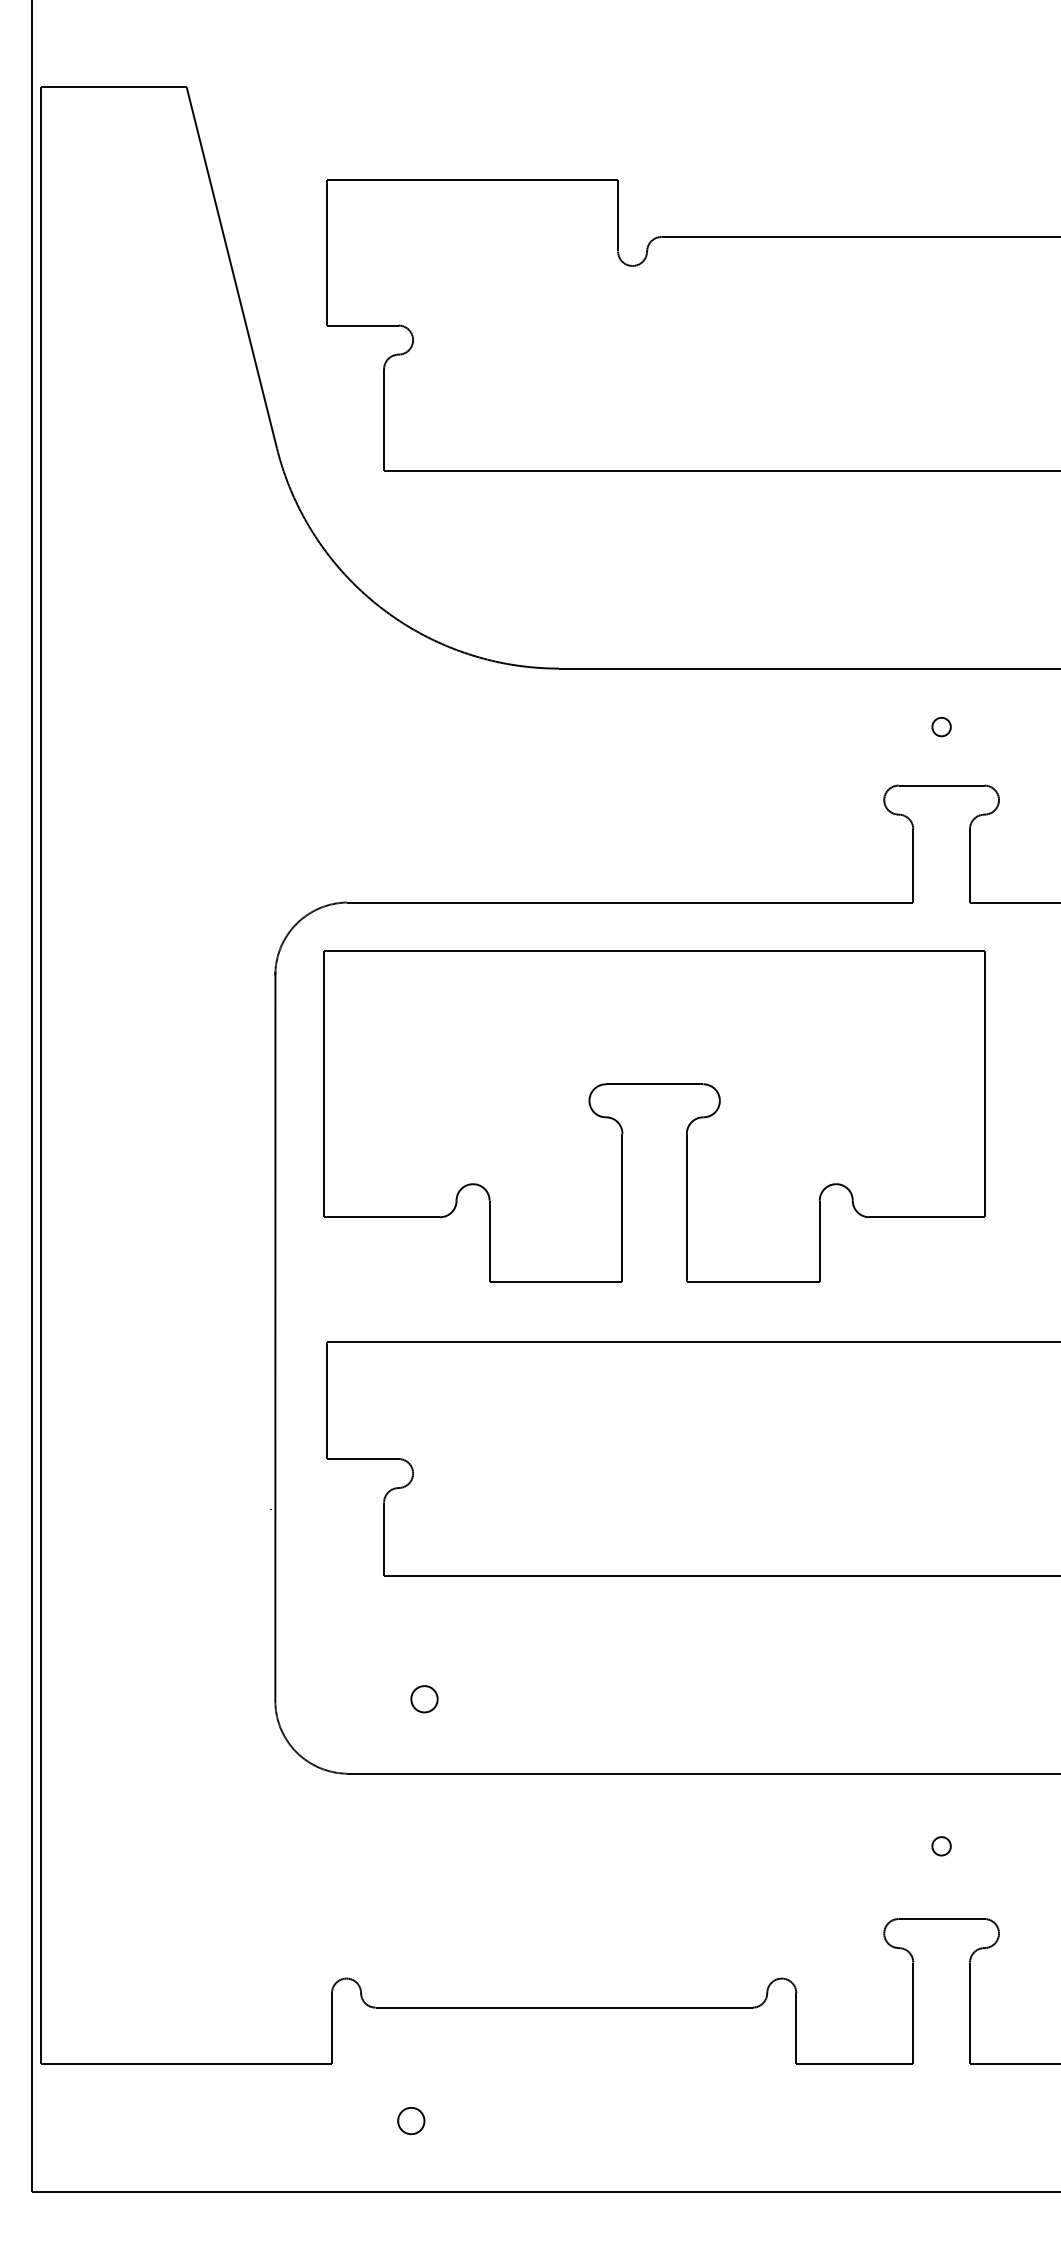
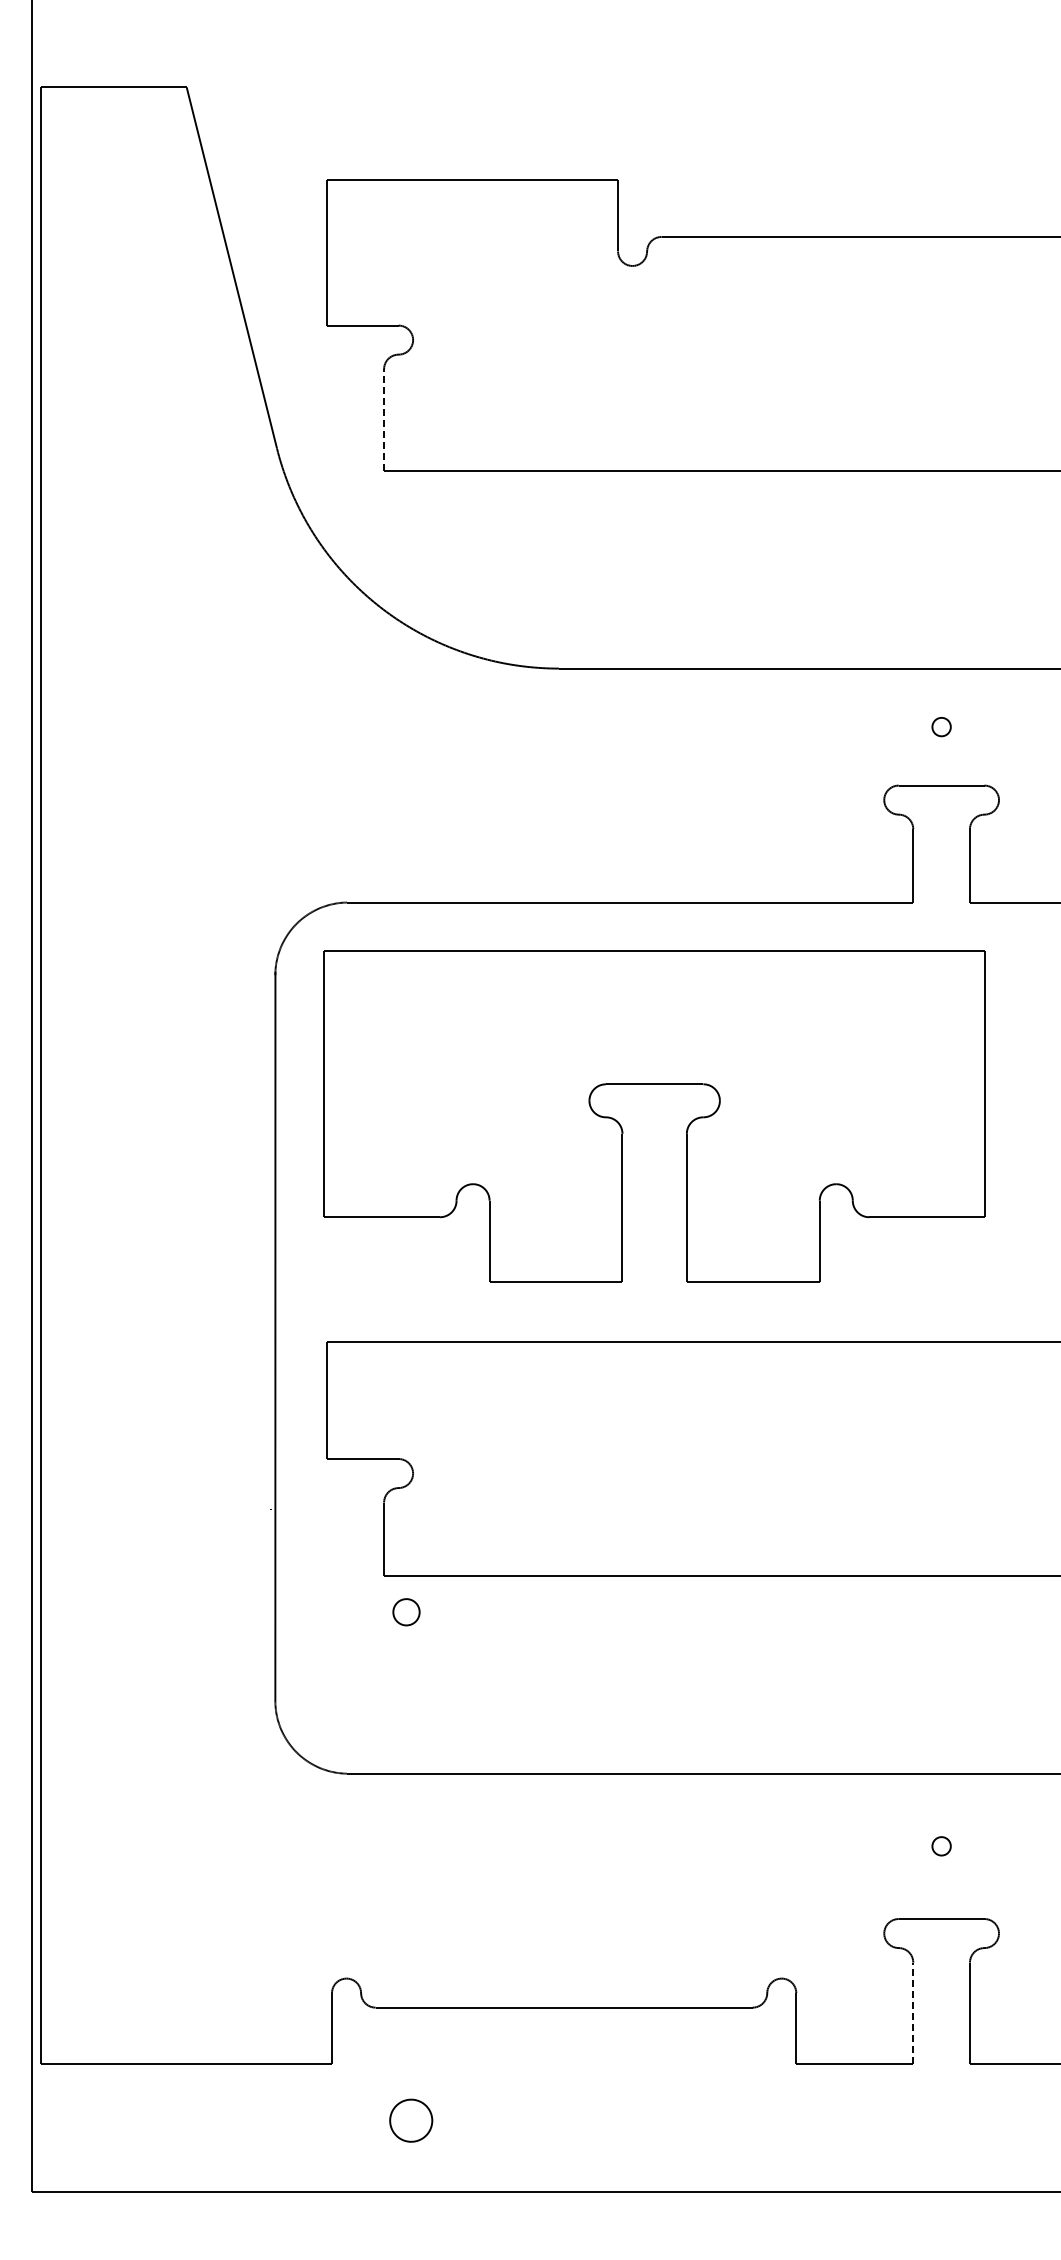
line at (384, 420): solid -> dashed
part at (424, 1699) position: (424, 1699) -> (406, 1612)
line at (913, 2013): solid -> dashed
part at (411, 2121) size: 29x29 px -> 45x45 px
